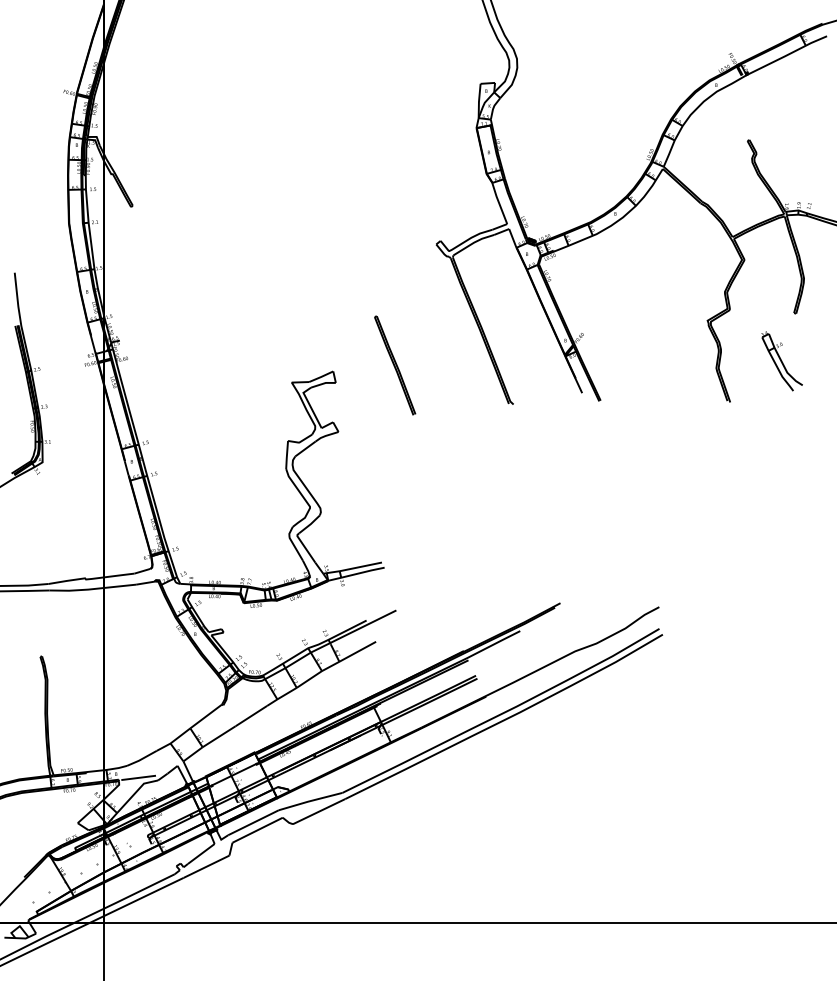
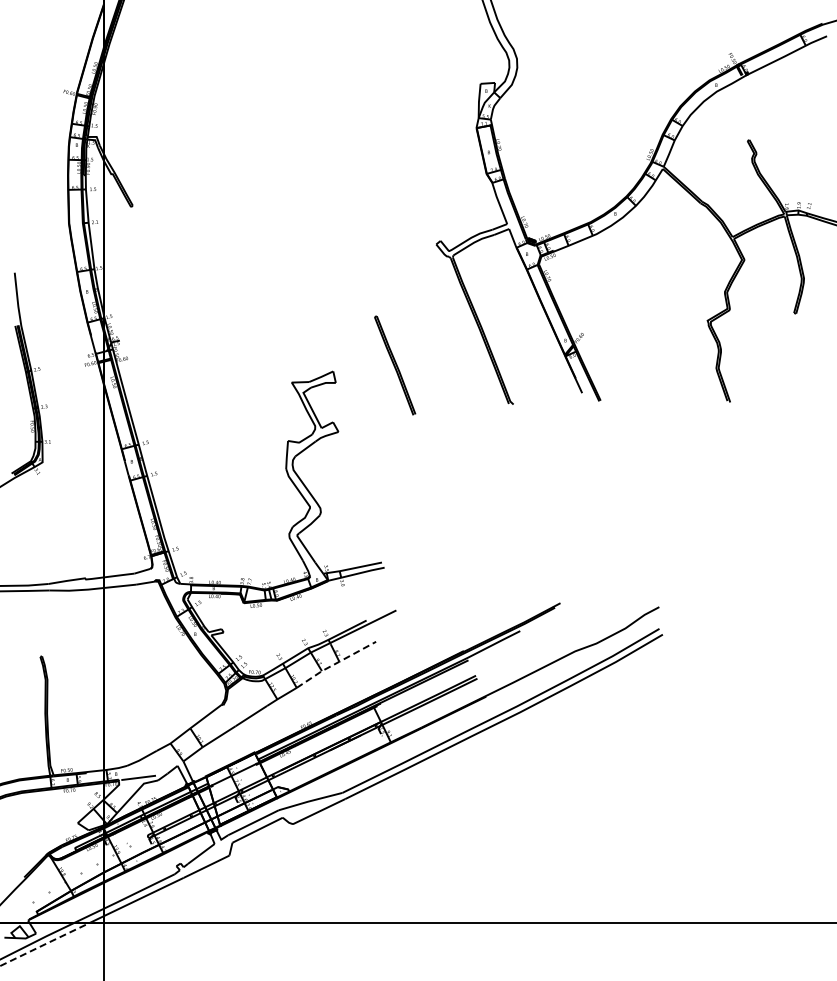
part at (781, 361): present -> none
line at (335, 663): solid -> dashed
line at (45, 944): solid -> dashed
